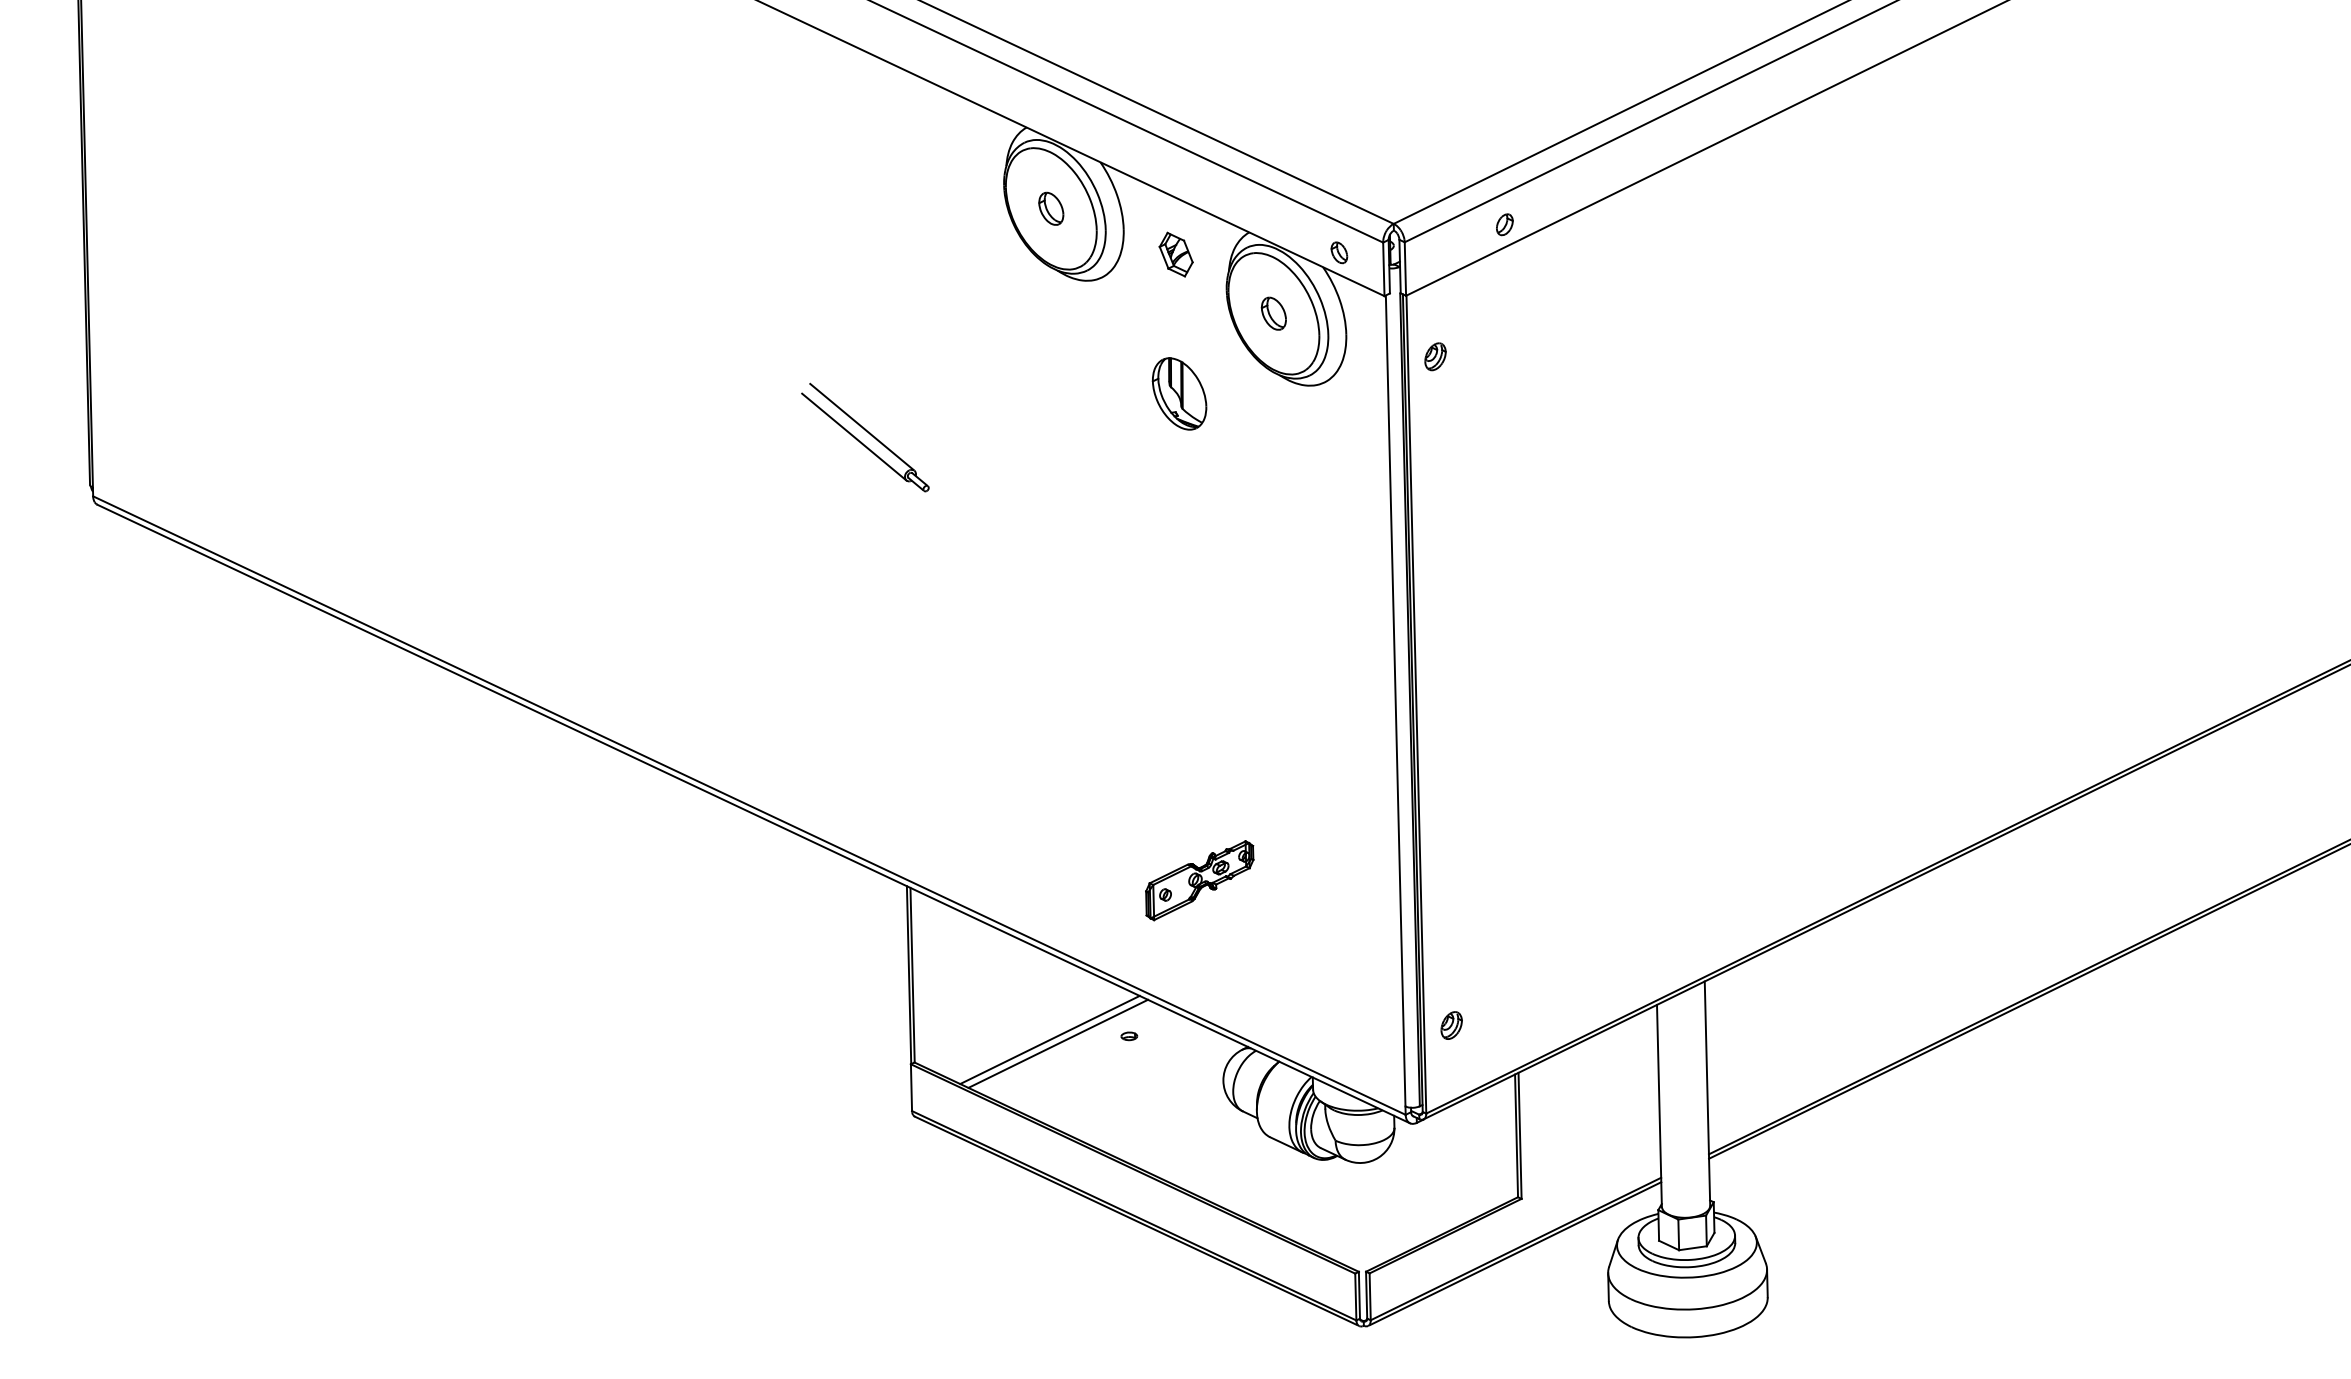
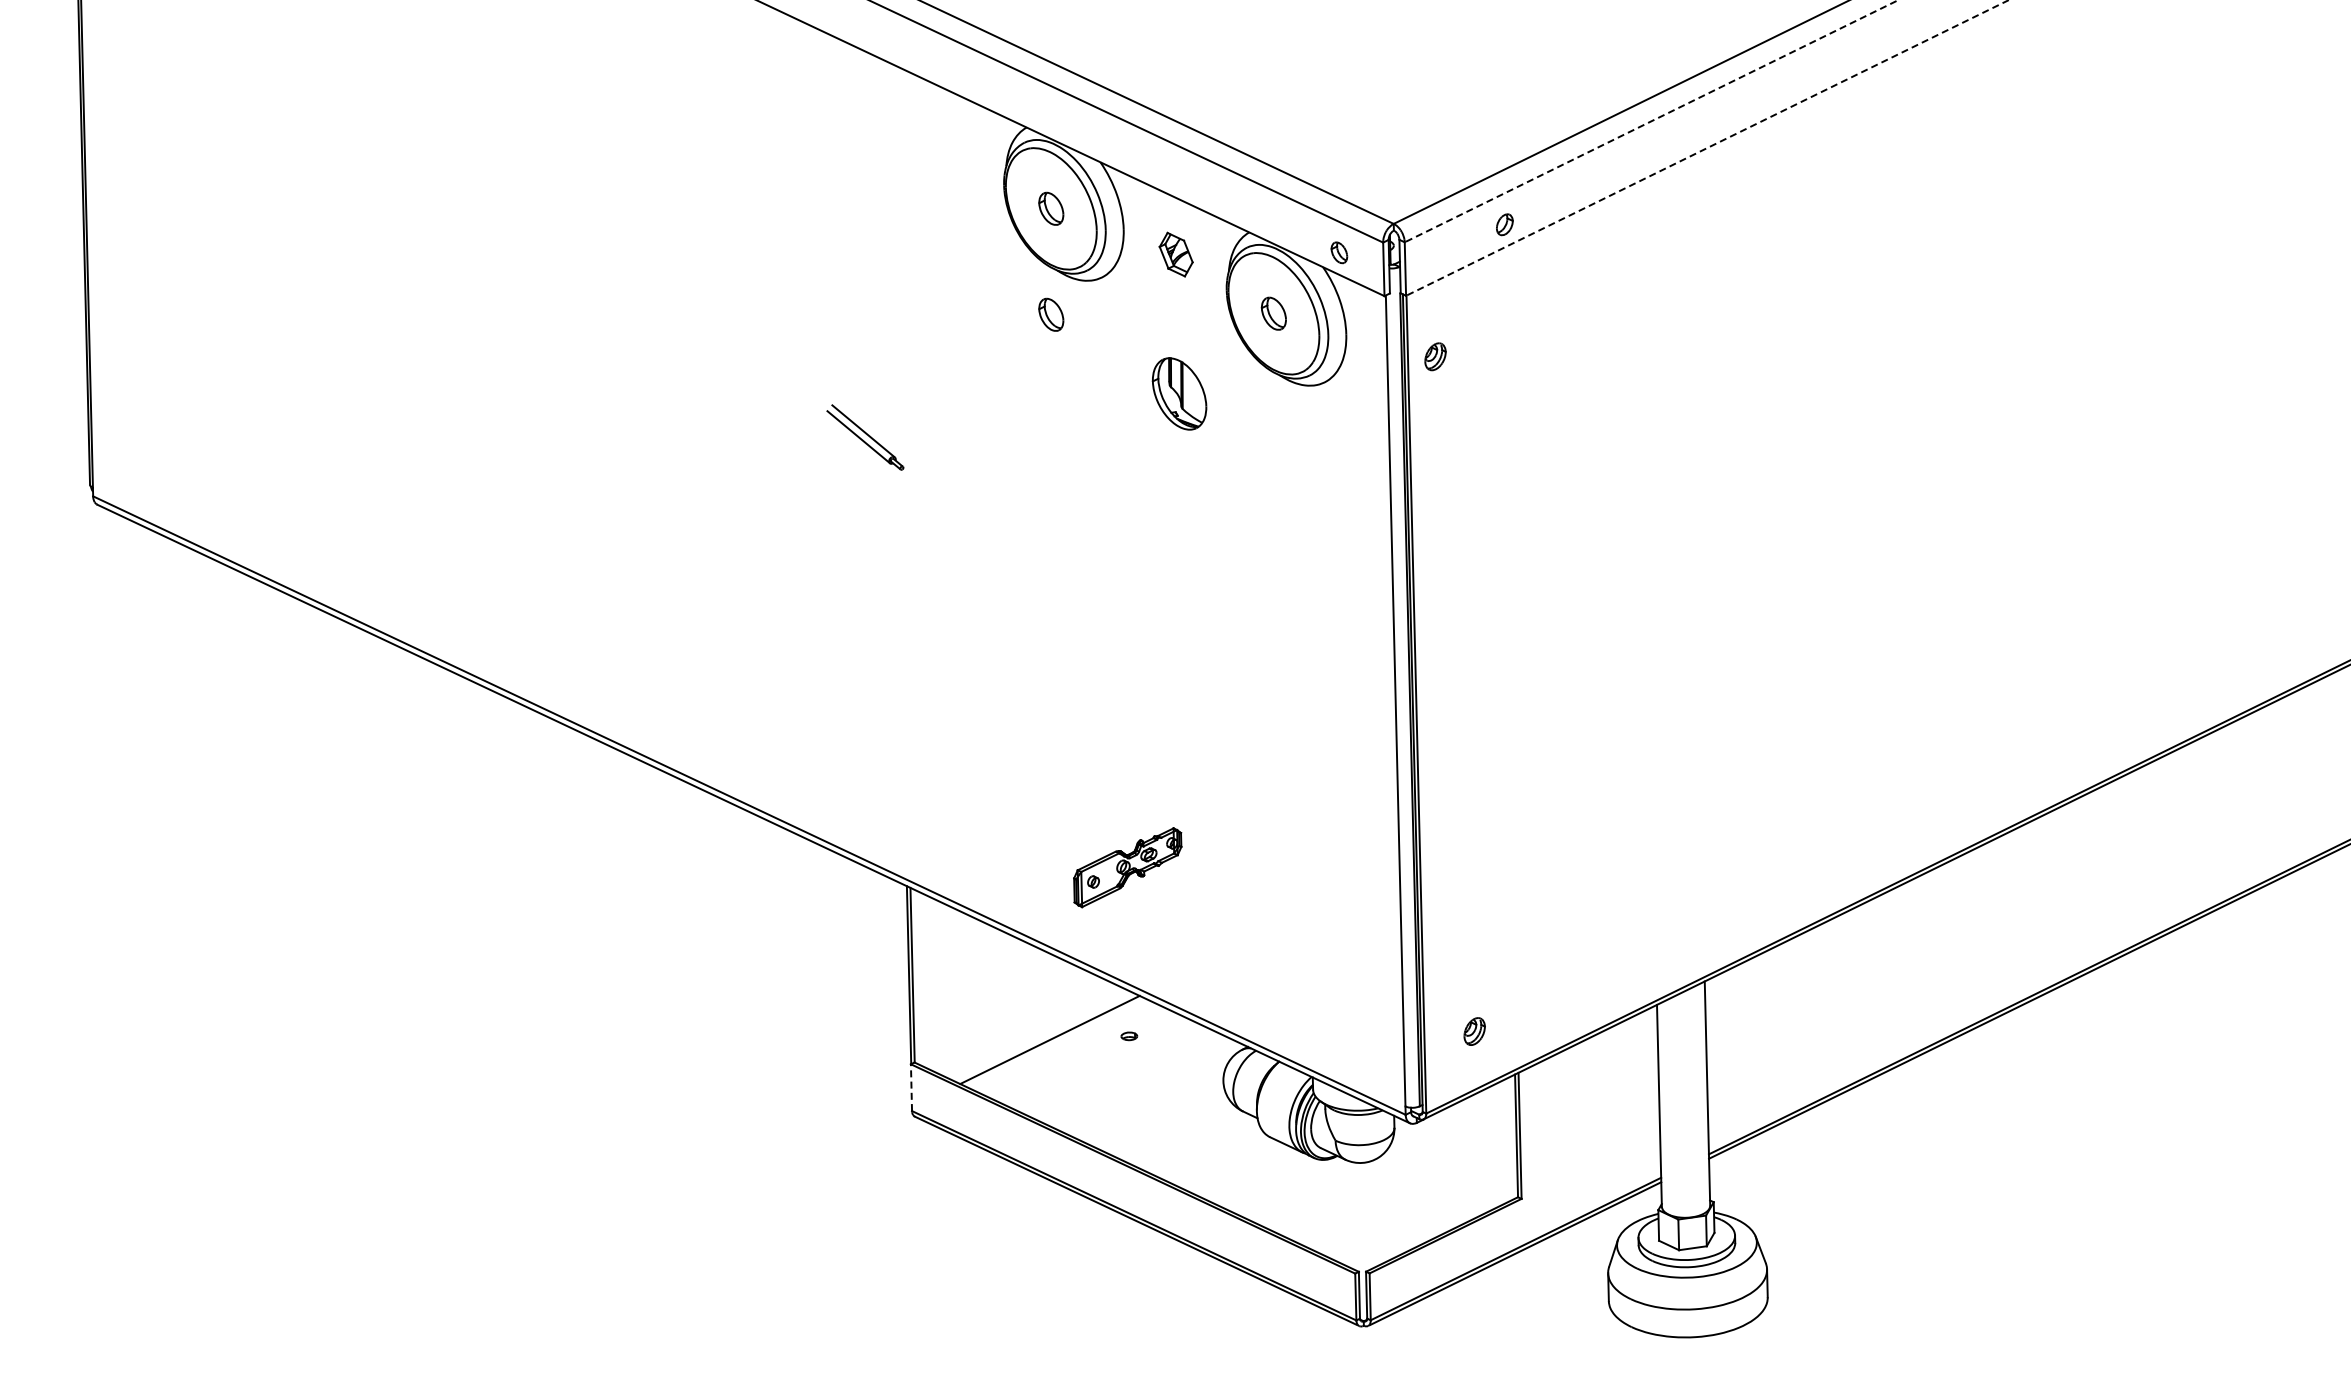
line at (1651, 121): solid -> dashed
line at (1706, 148): solid -> dashed
part at (1051, 314): none -> present
part at (865, 437) size: 129x111 px -> 79x67 px
part at (1199, 880) position: (1199, 880) -> (1127, 867)
part at (1451, 1025) position: (1451, 1025) -> (1474, 1031)
line at (1058, 1043): present -> none
line at (911, 1087): solid -> dashed
